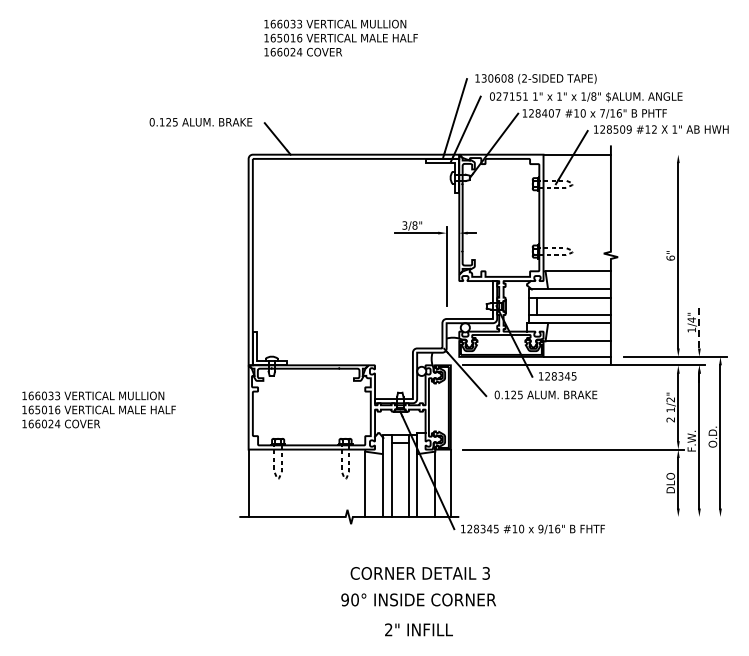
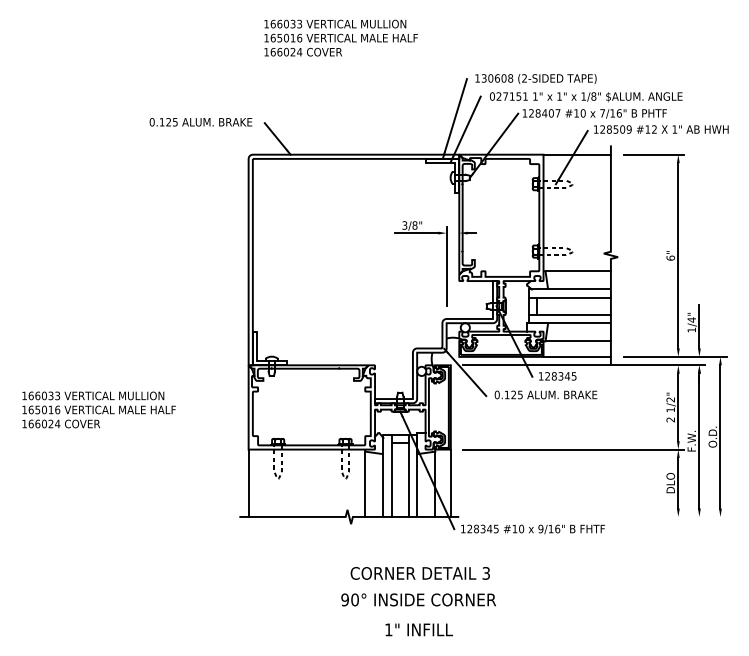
line at (653, 154): none -> present
line at (699, 326): dashed -> solid
text at (388, 629): 2" -> 1"
